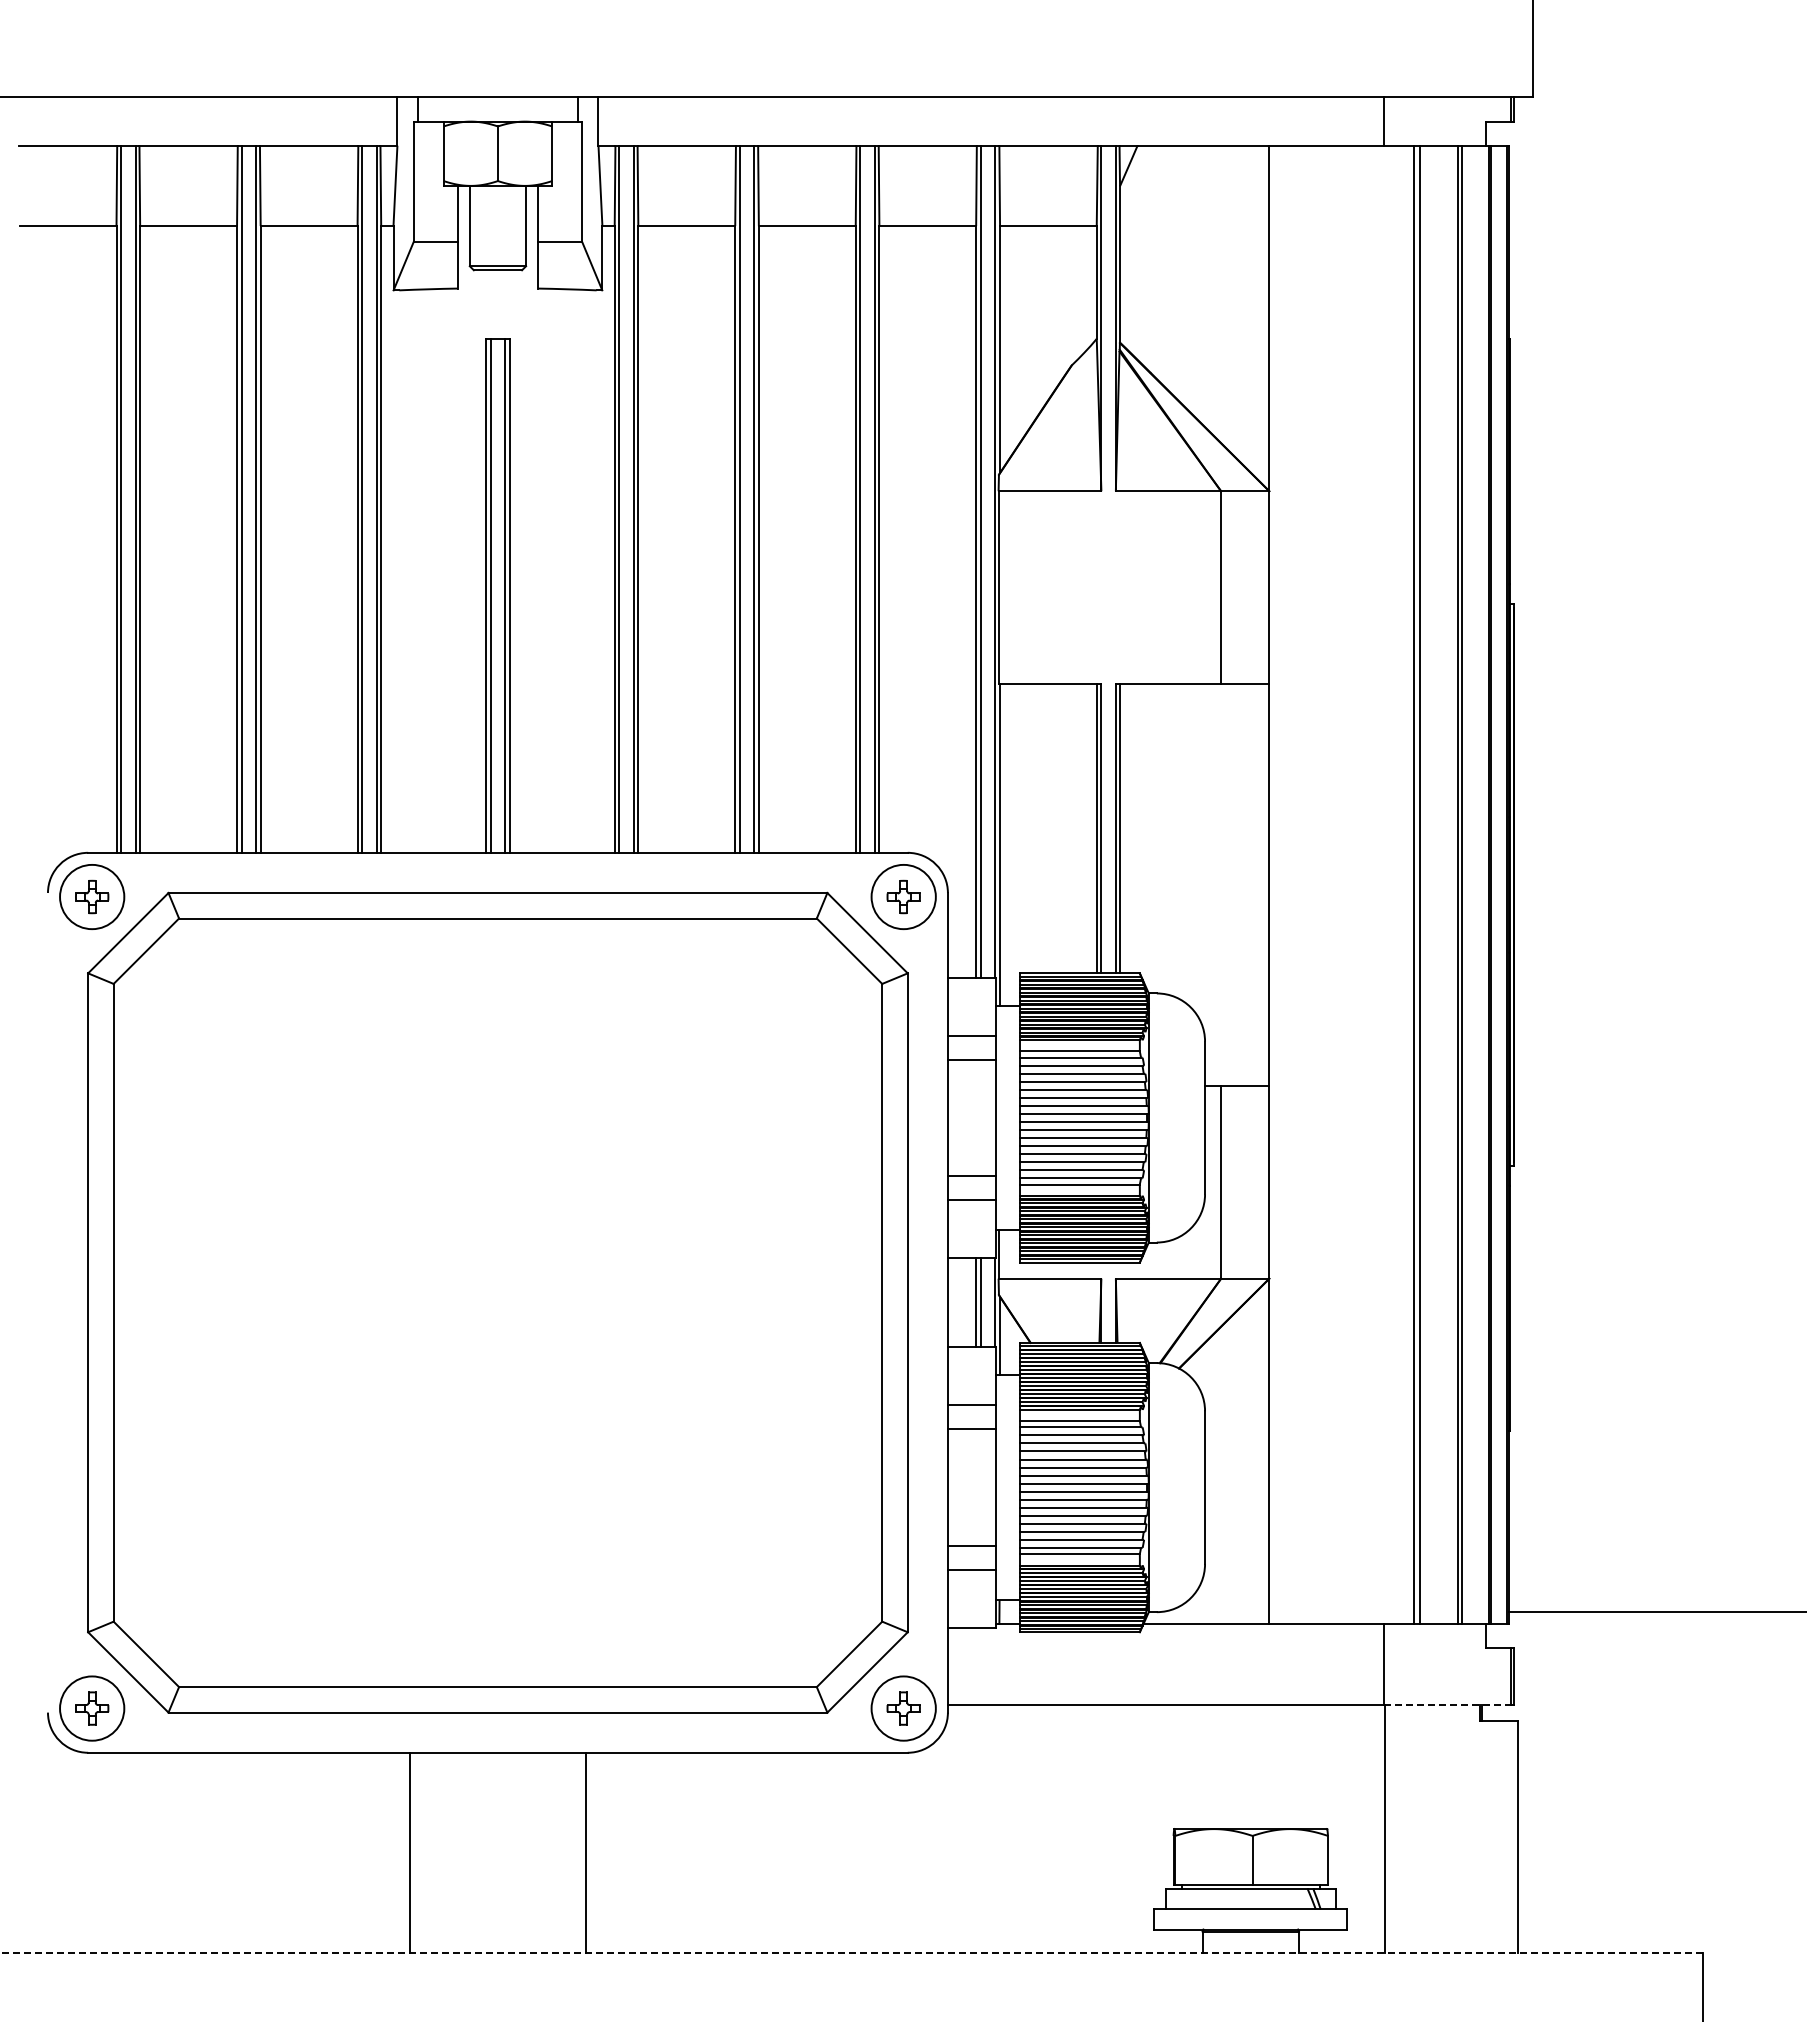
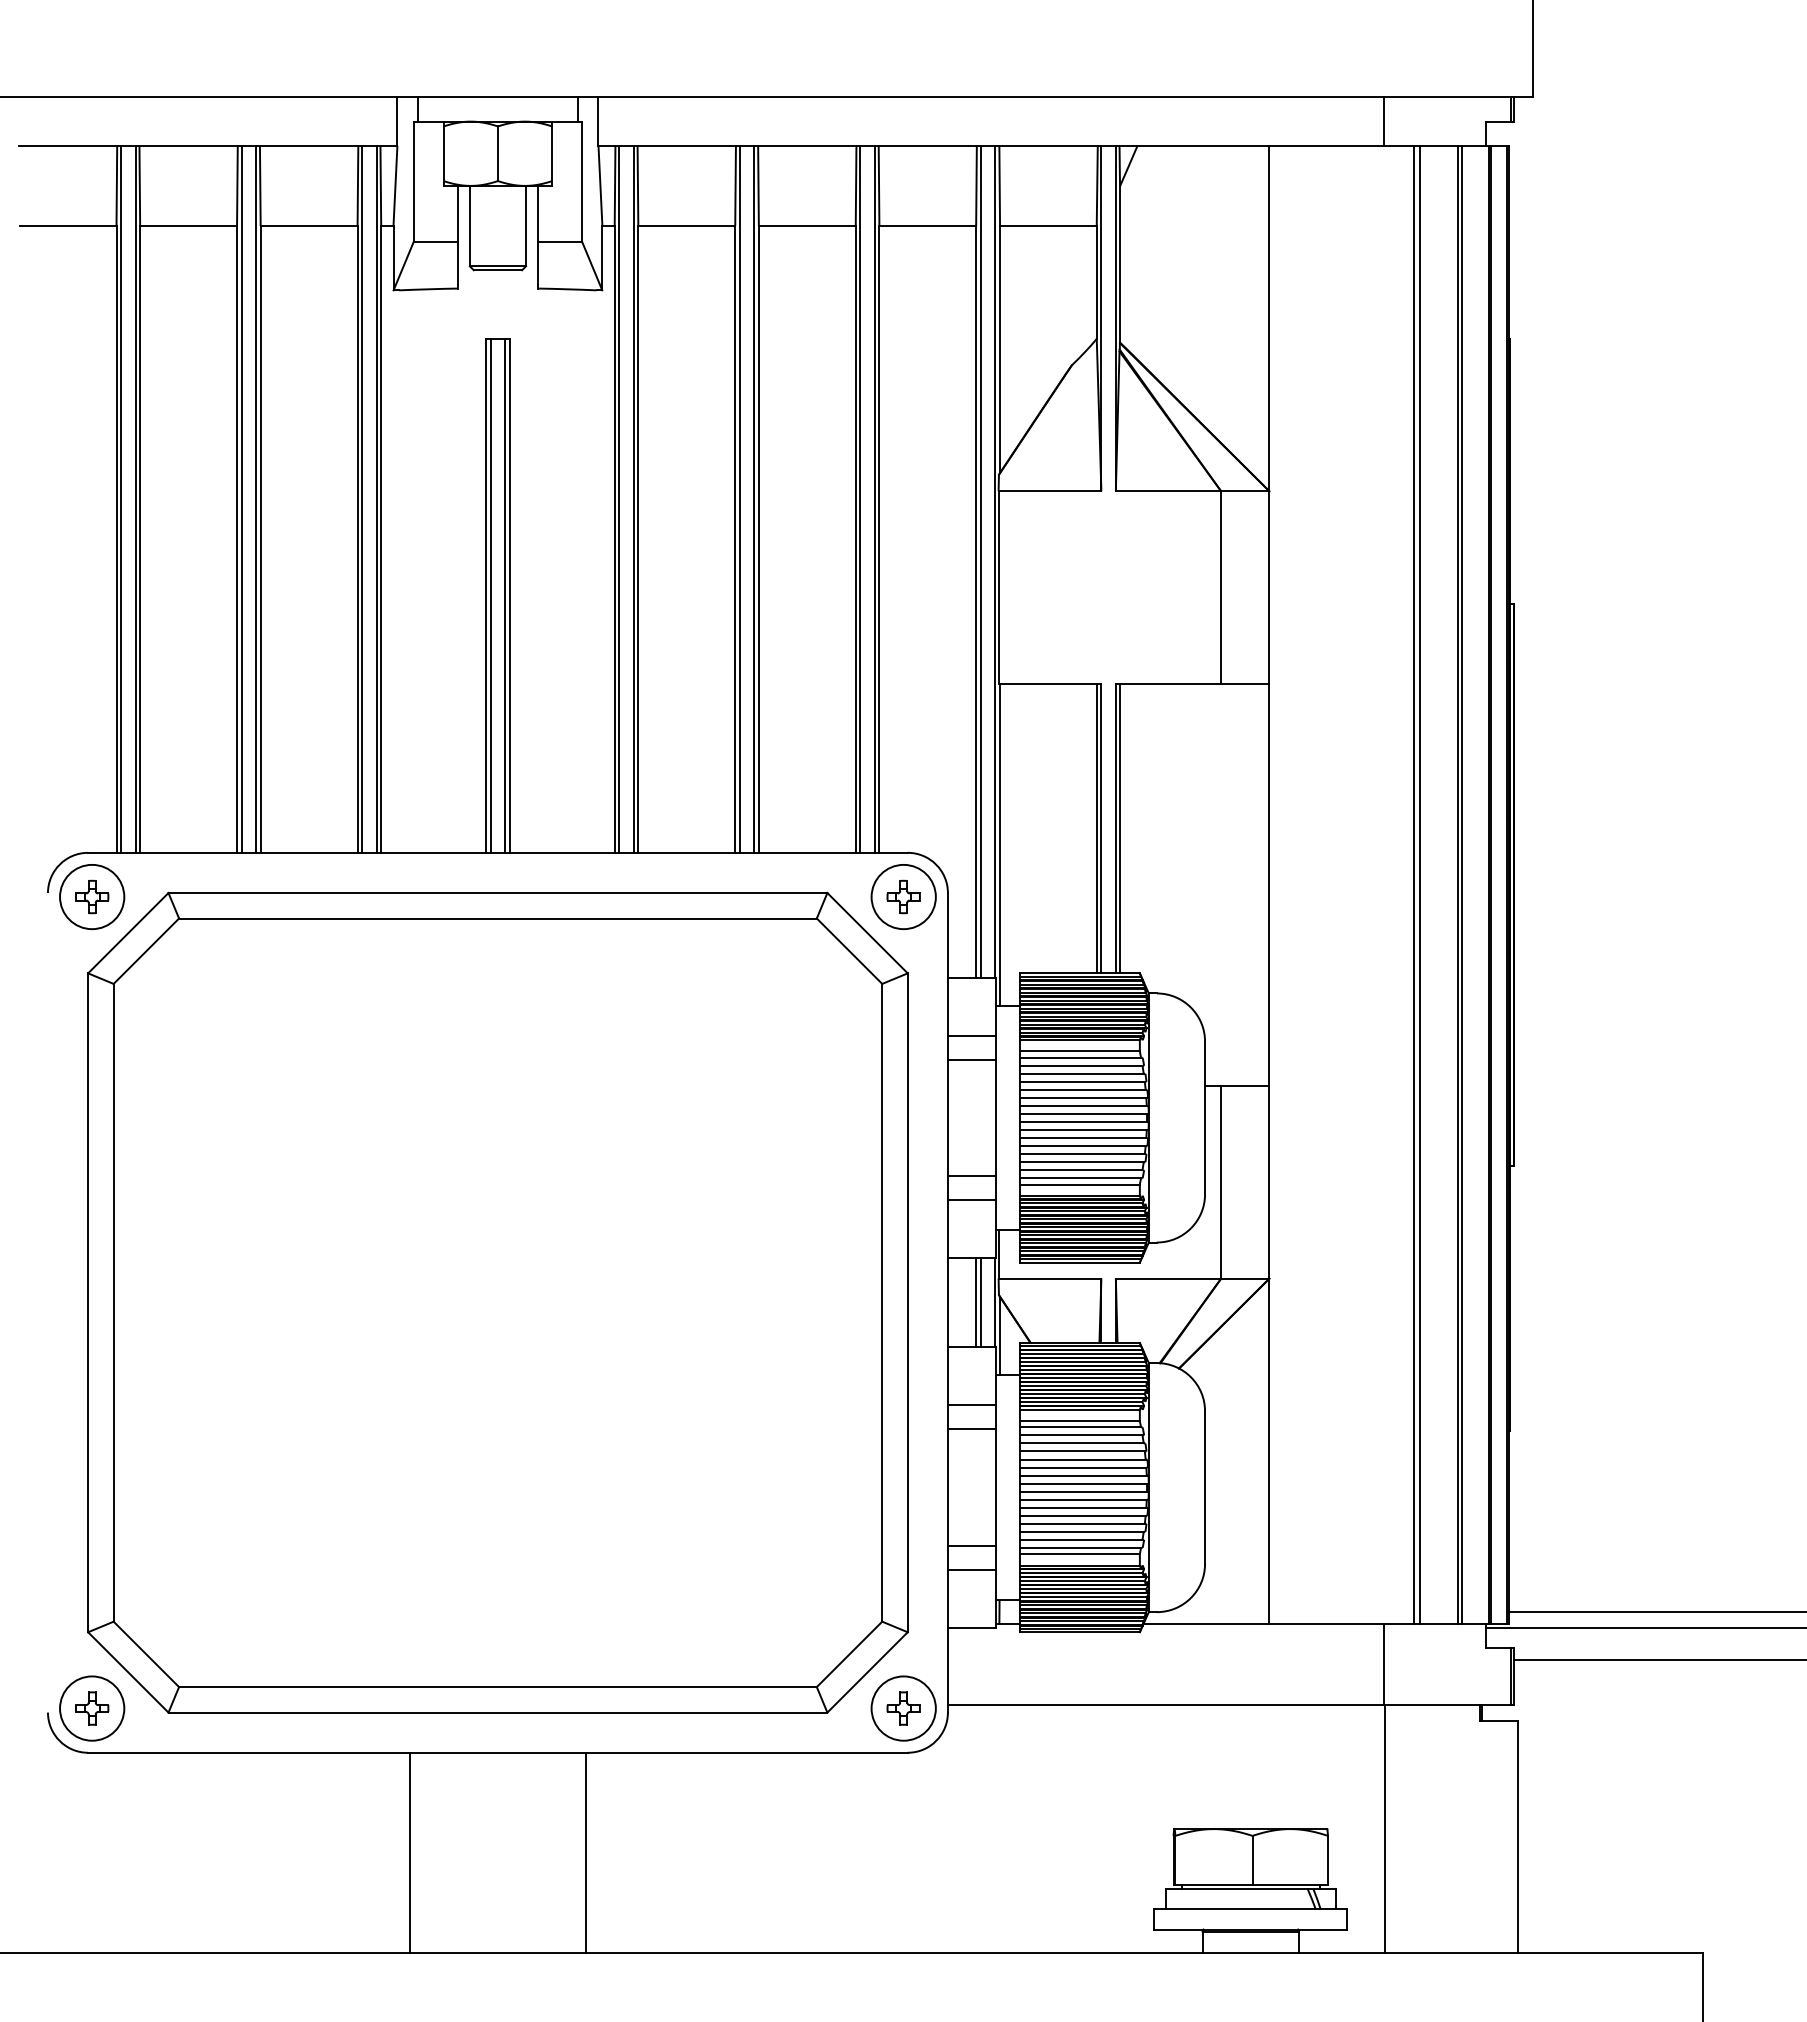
line at (1644, 1627): none -> present
line at (1658, 1659): none -> present
line at (1447, 1704): dashed -> solid
line at (851, 1952): dashed -> solid
